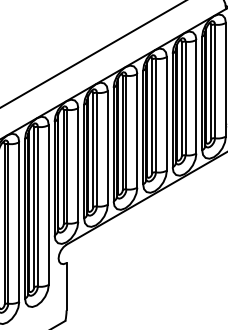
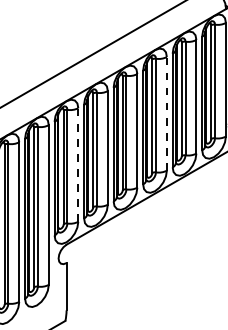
line at (166, 113): solid -> dashed
line at (78, 164): solid -> dashed
